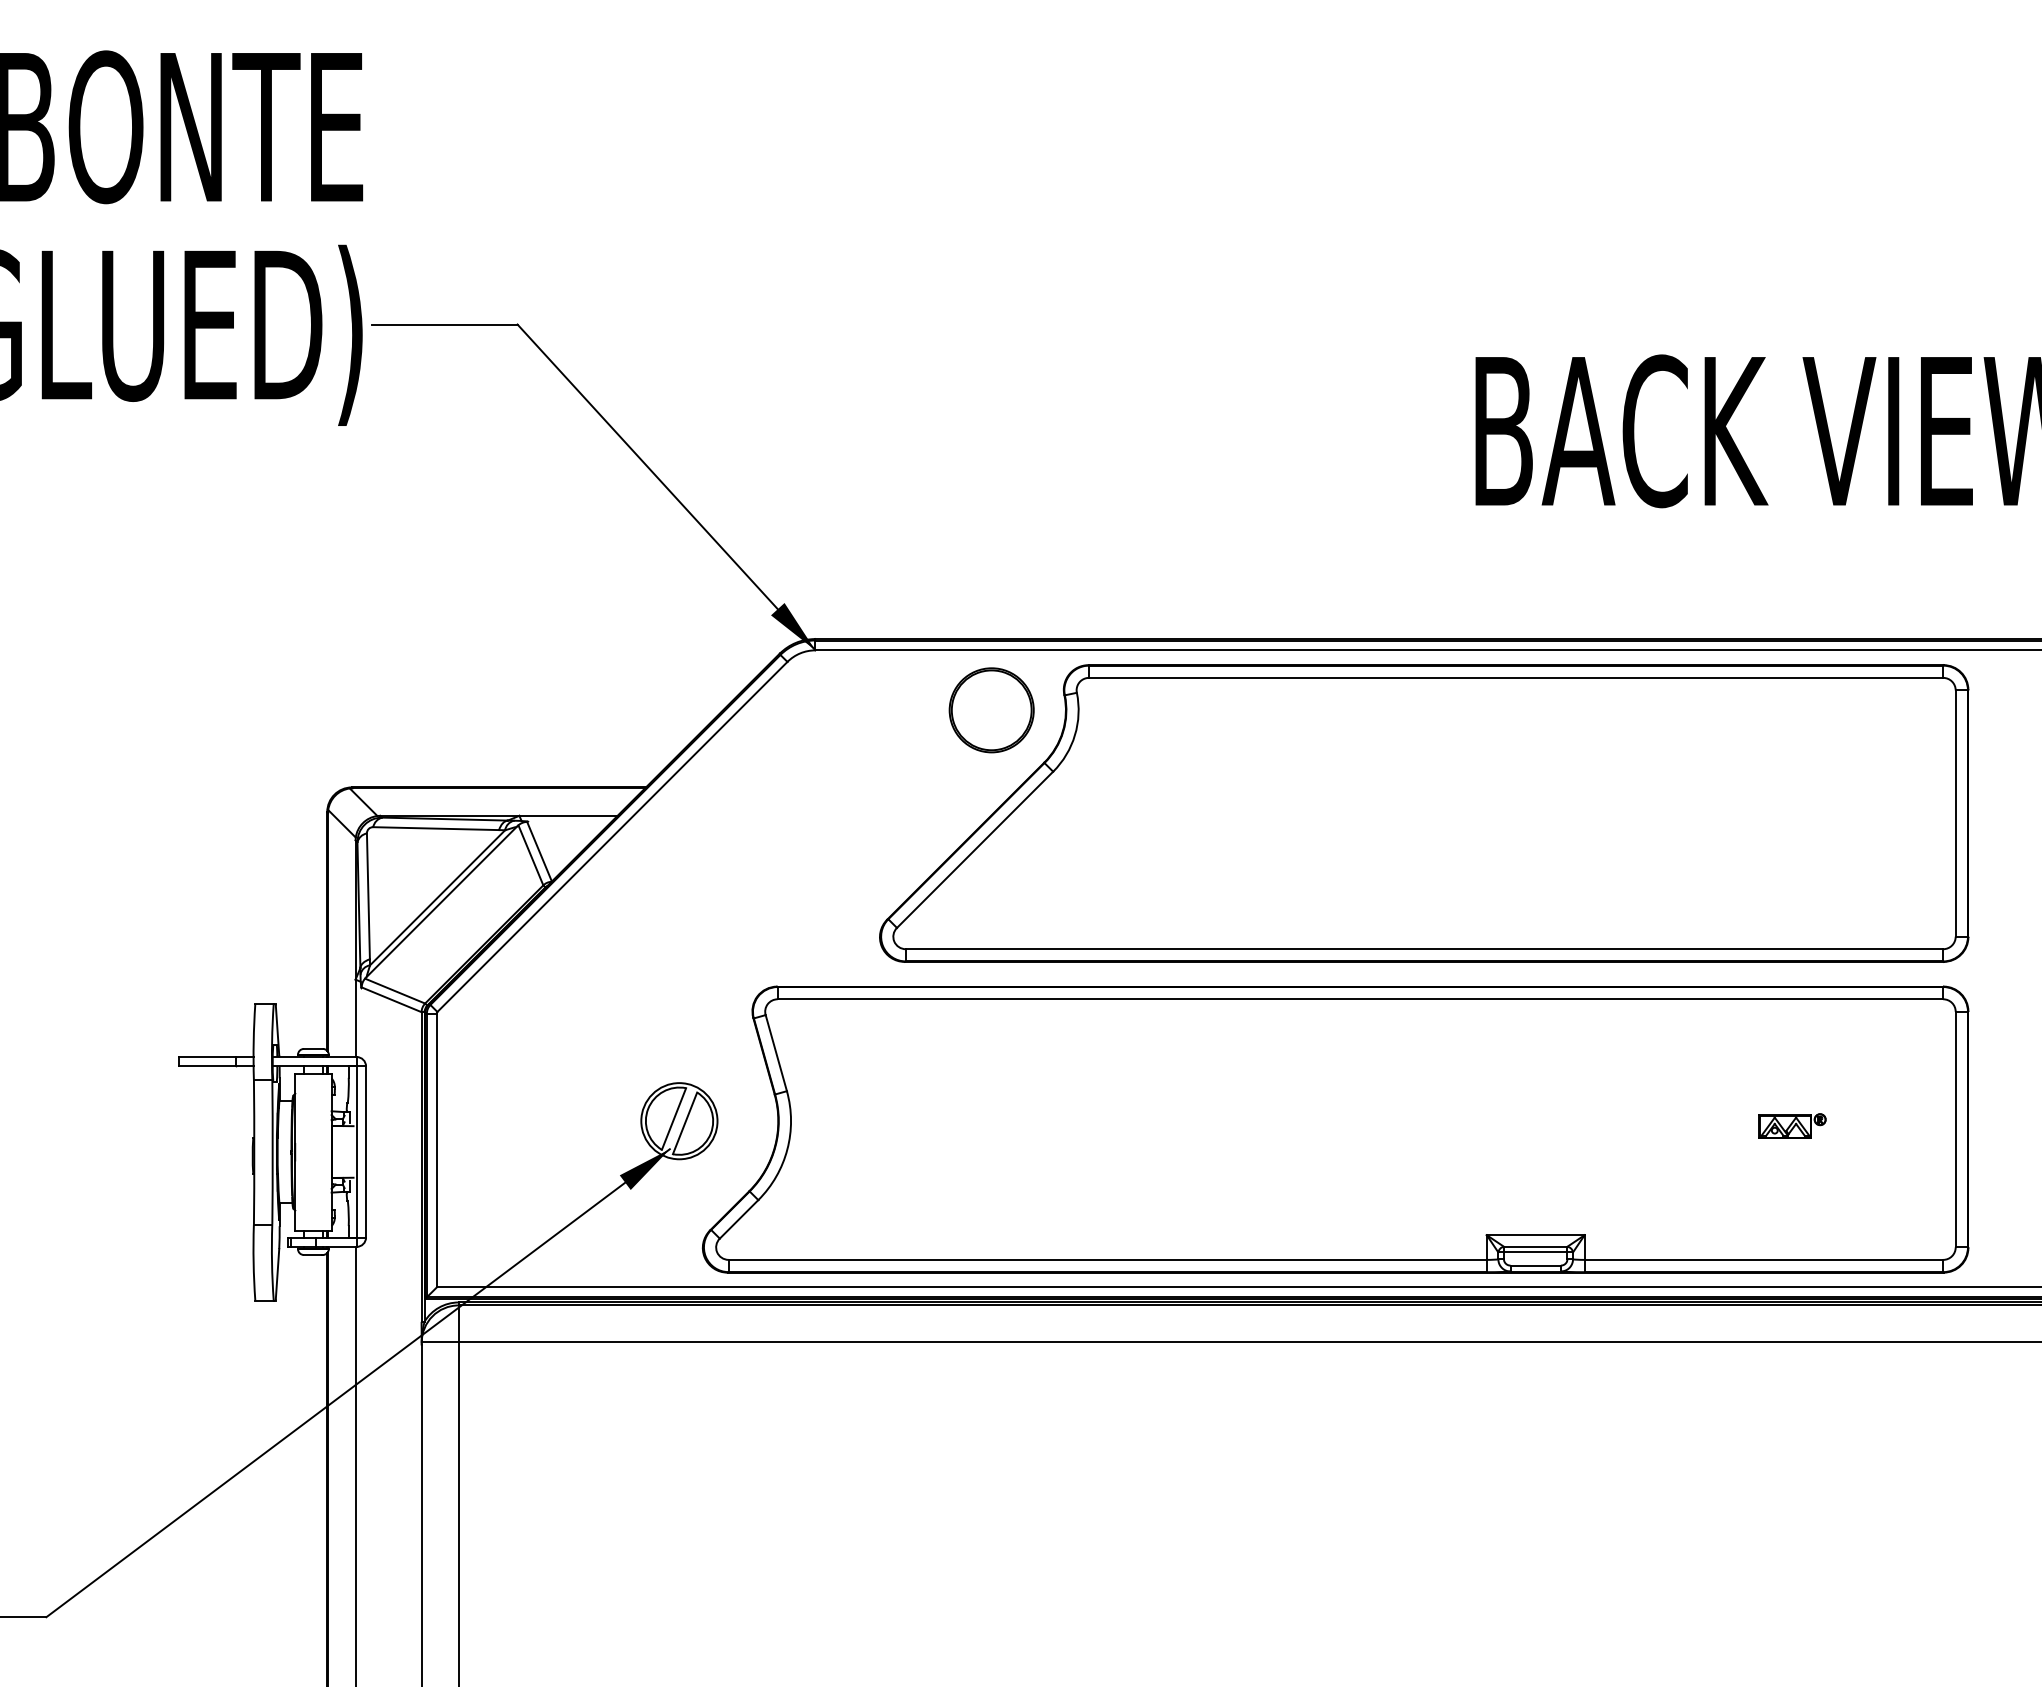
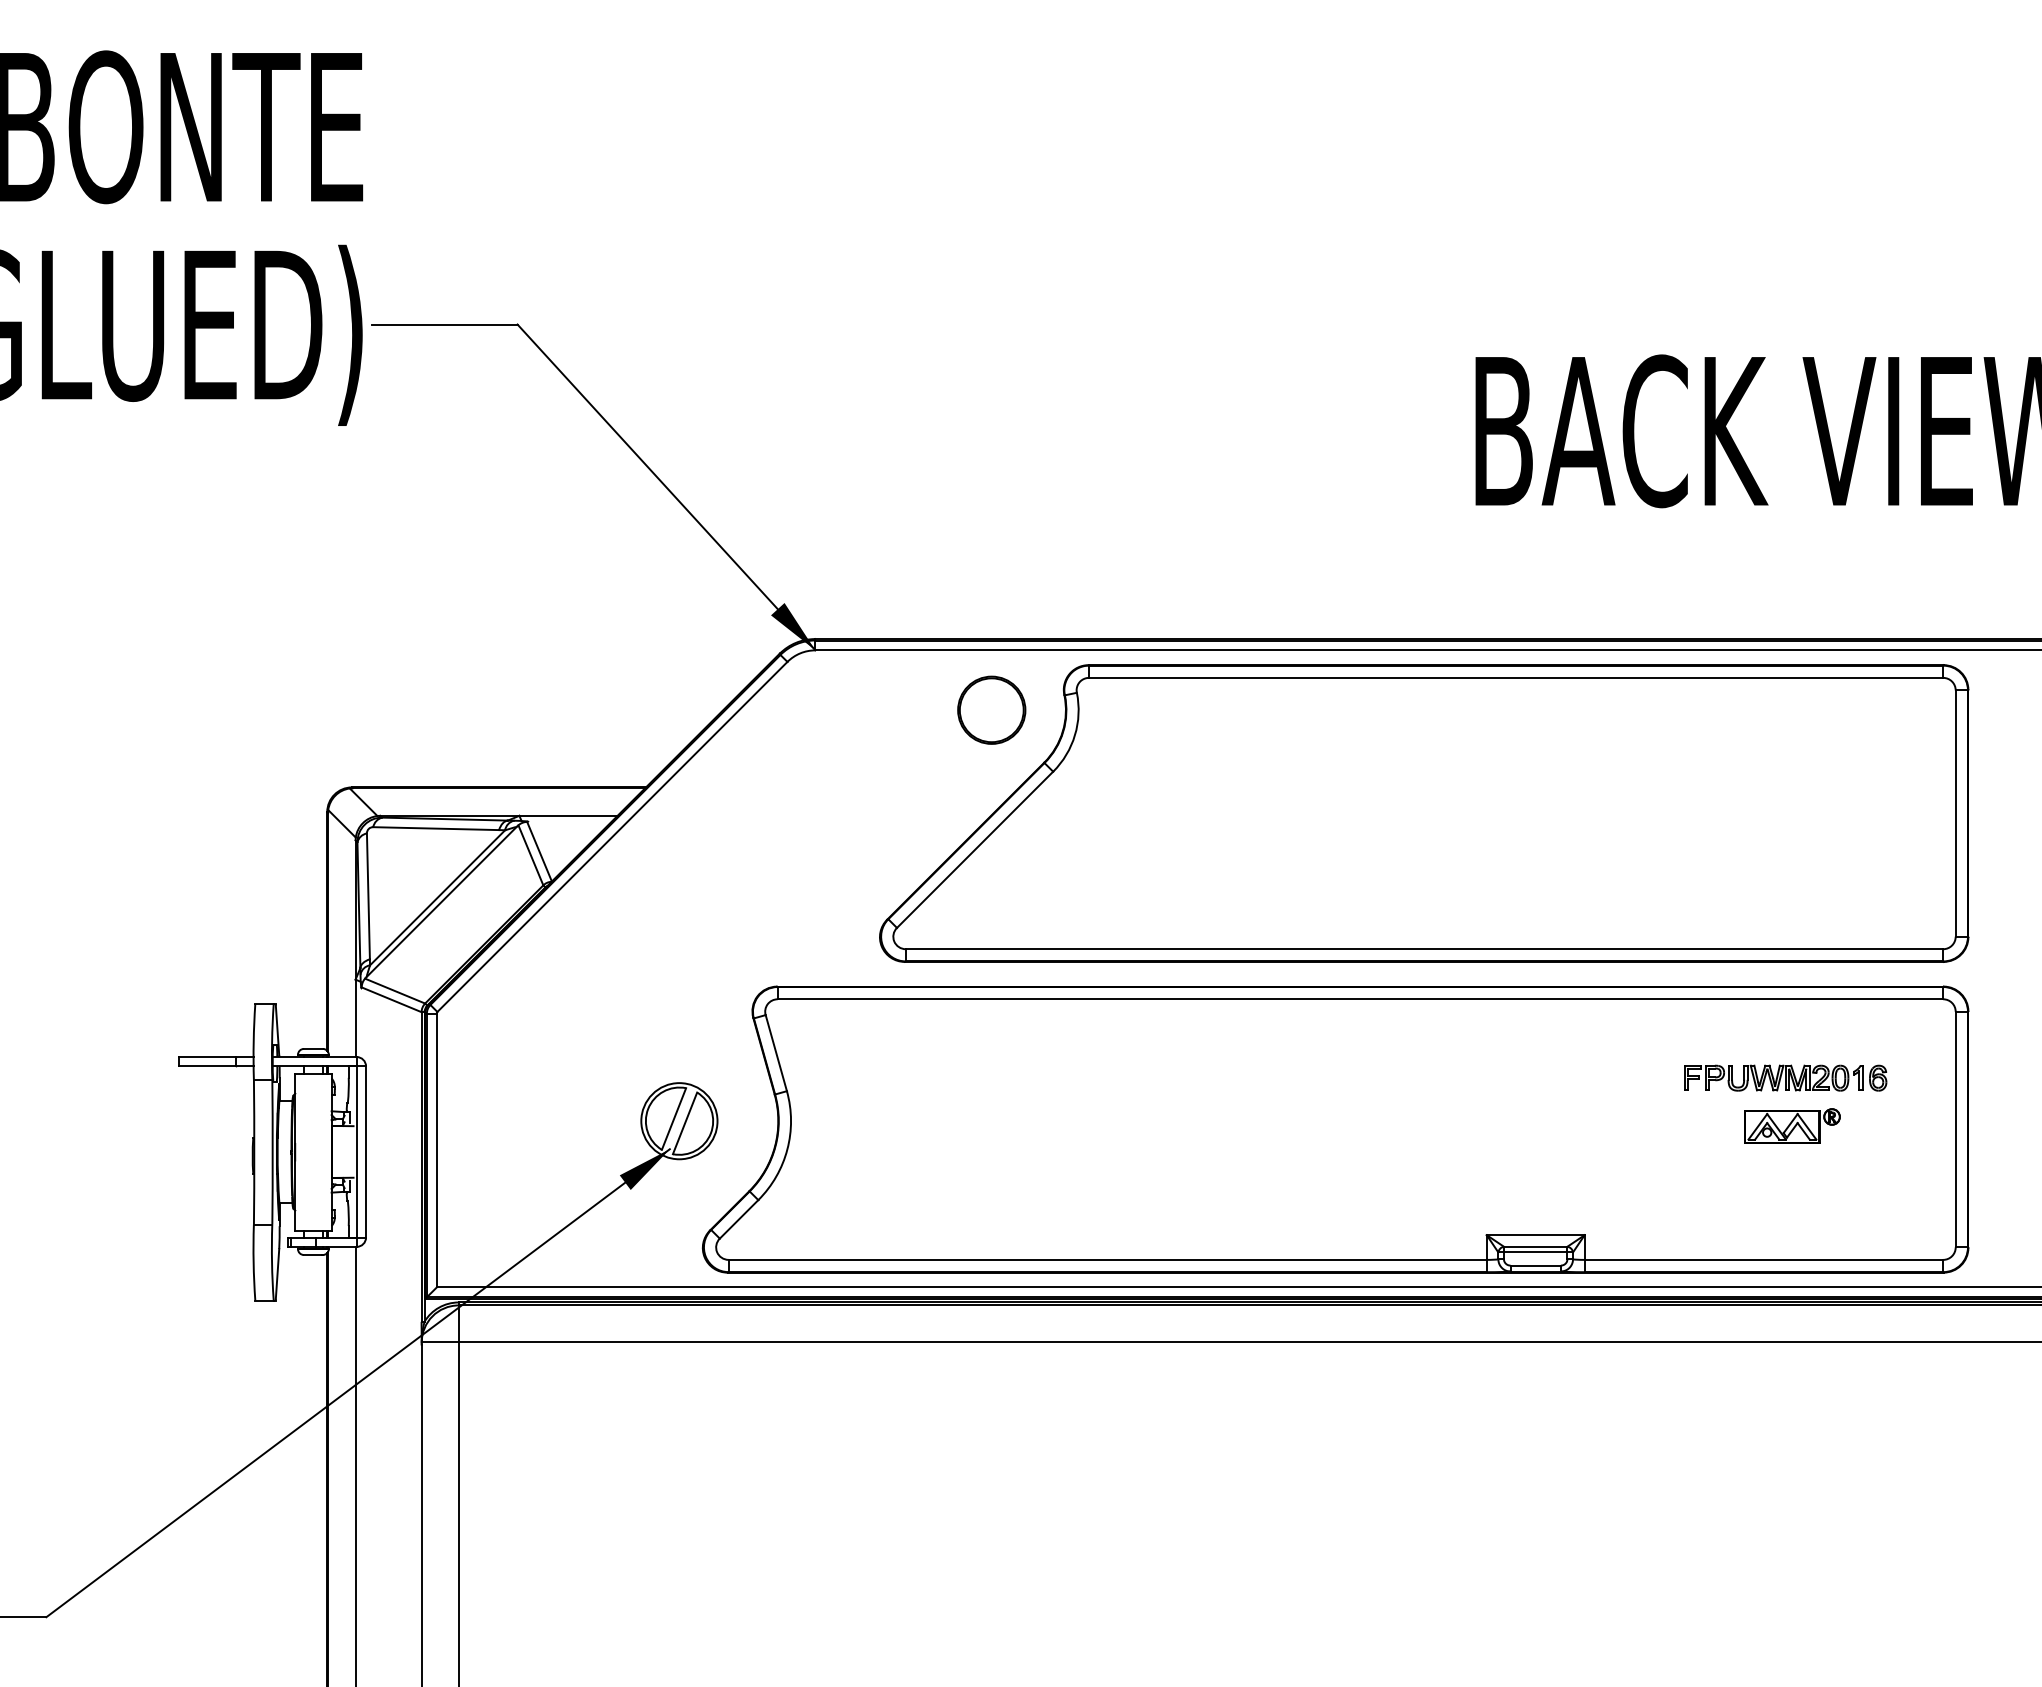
part at (991, 710) size: 87x87 px -> 70x70 px
part at (1785, 1077): none -> present
part at (1792, 1125) size: 69x26 px -> 97x36 px
